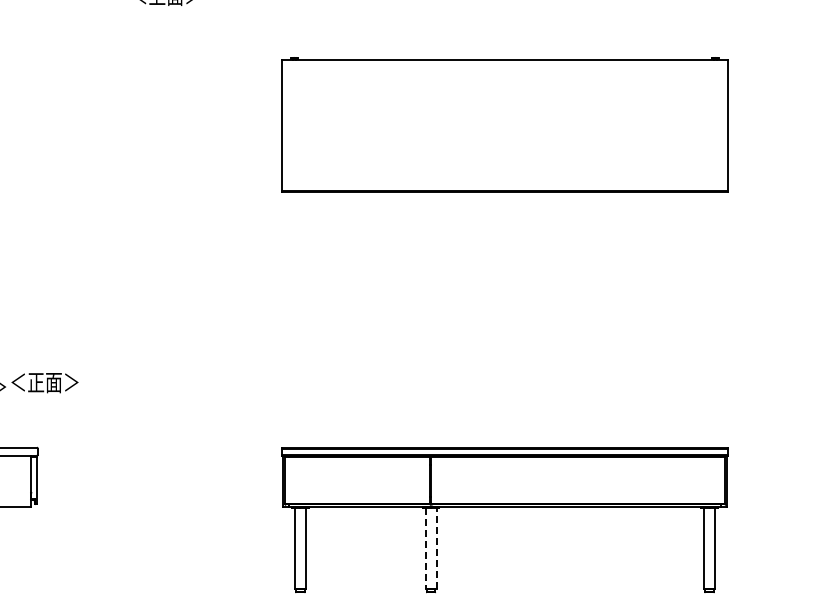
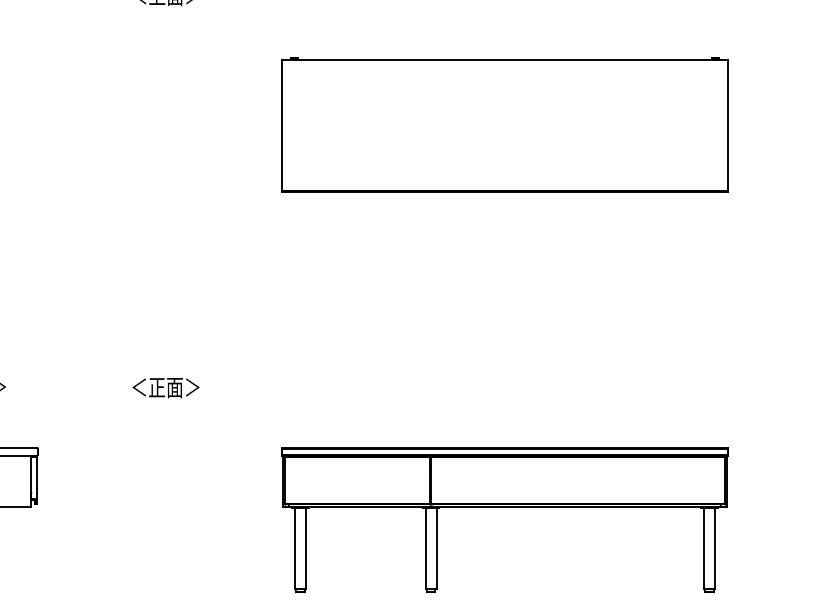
text at (44, 383) position: (44, 383) -> (165, 388)
line at (425, 548): dashed -> solid
line at (436, 548): dashed -> solid
